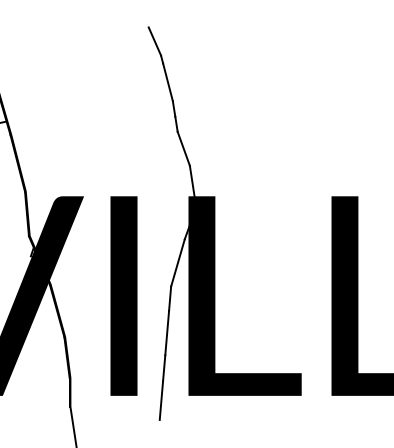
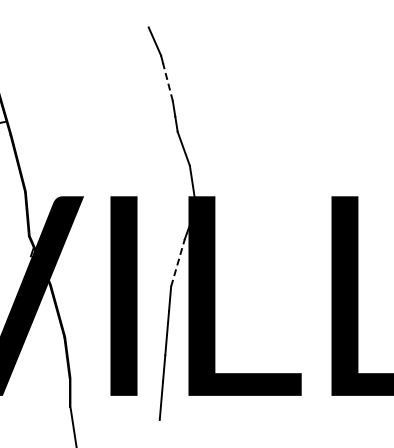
line at (167, 81): solid -> dashed
line at (177, 262): solid -> dashed
